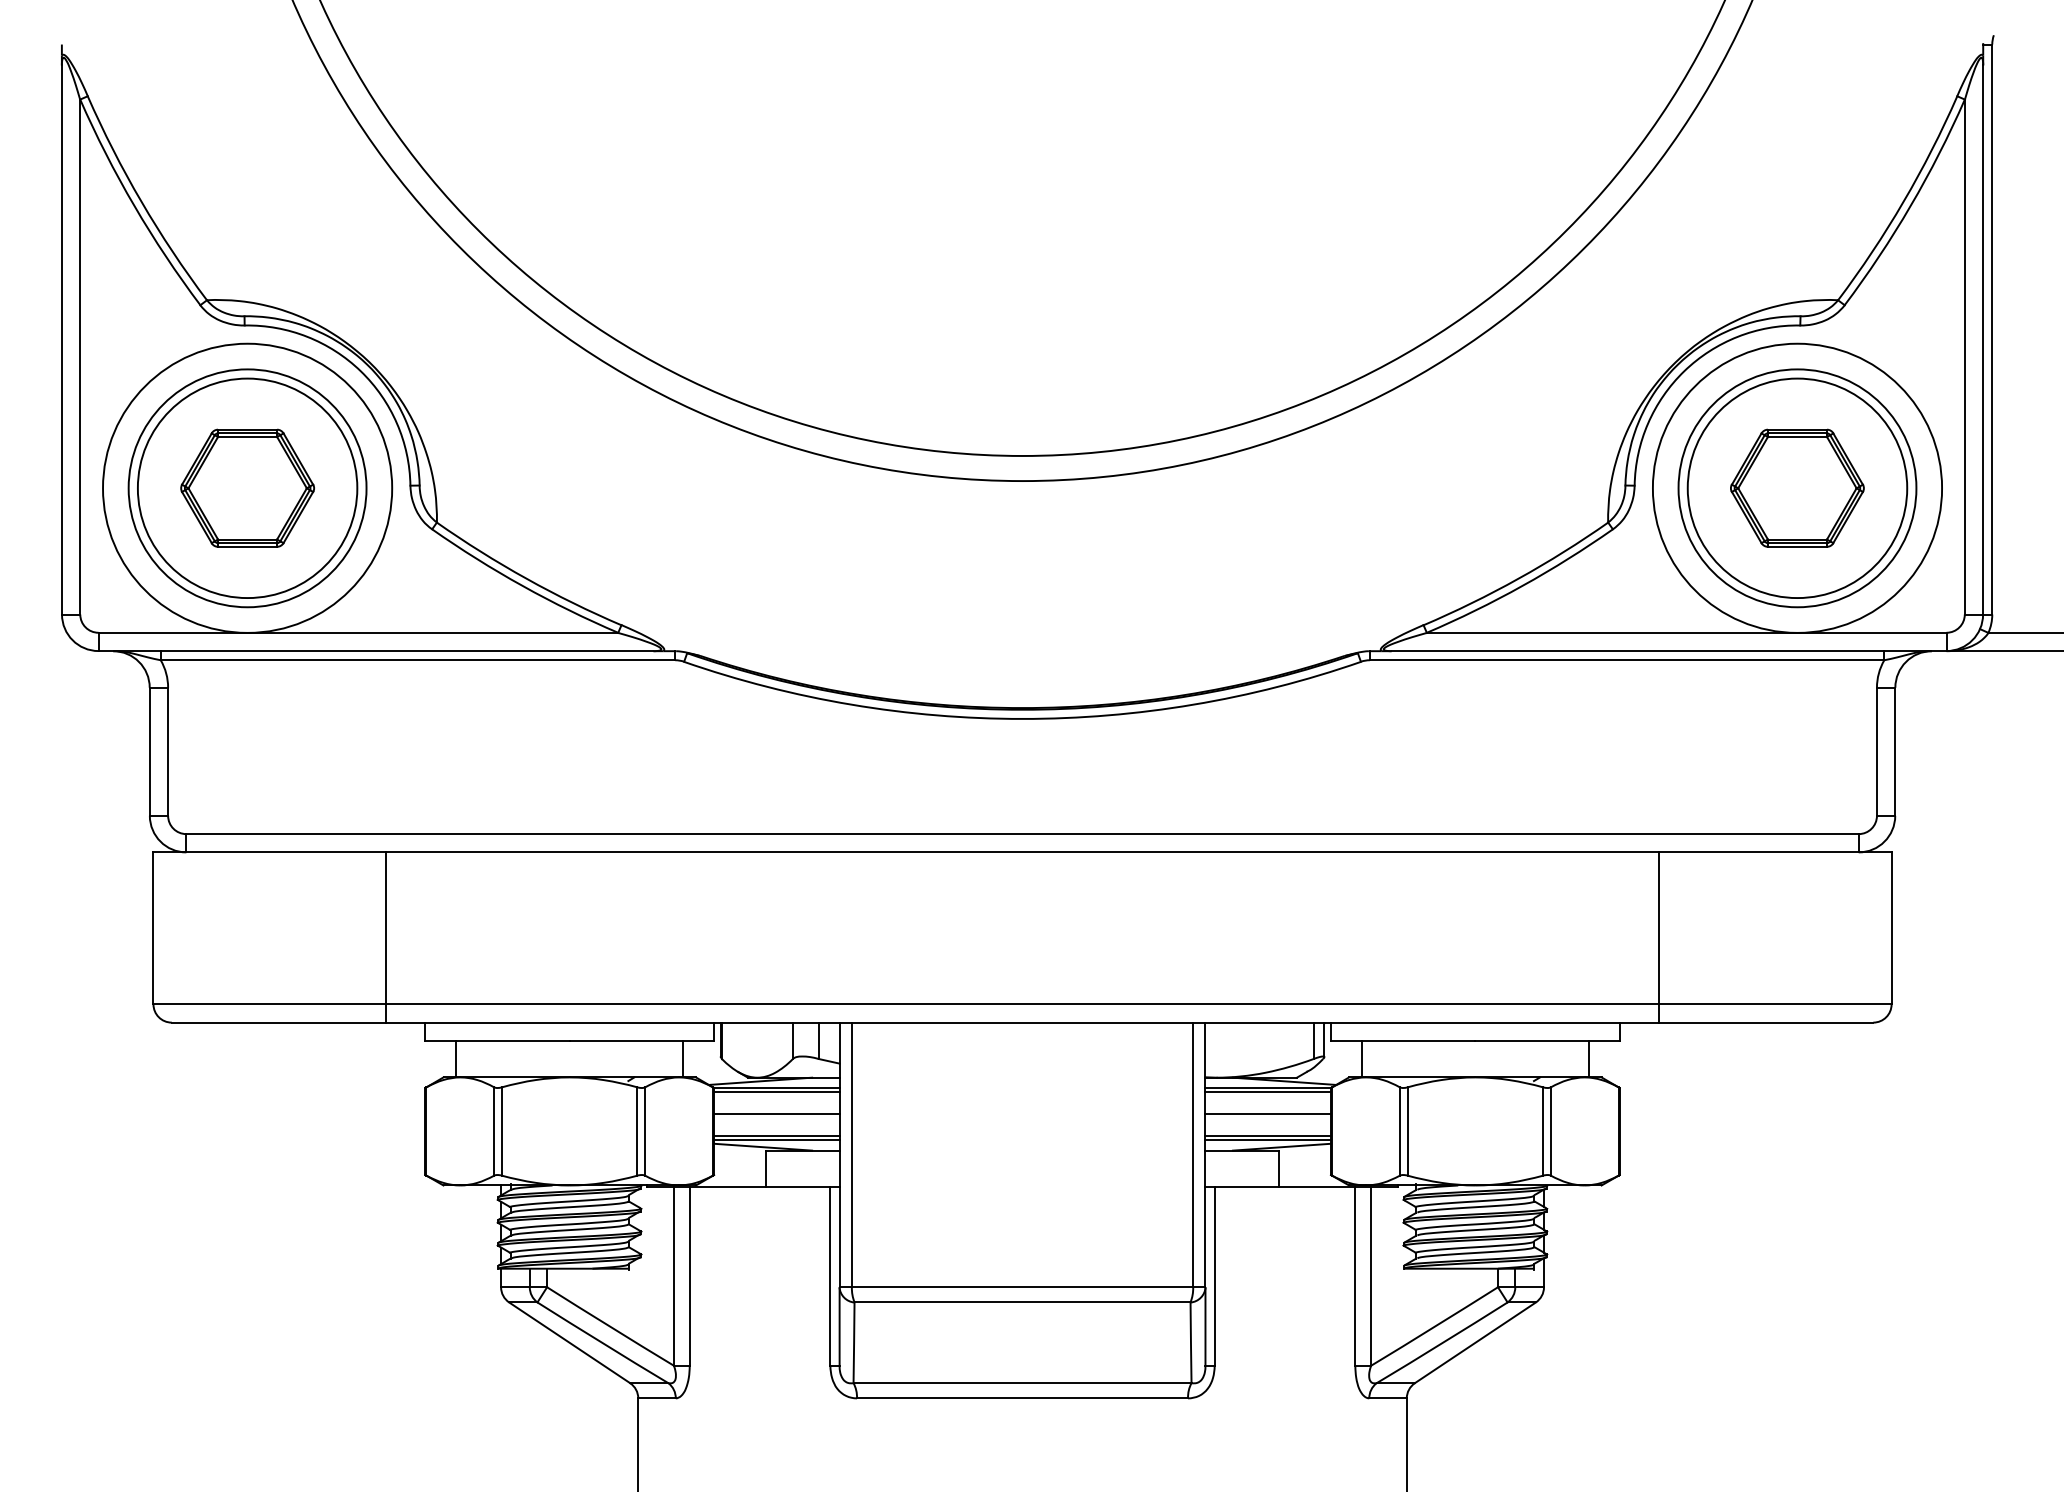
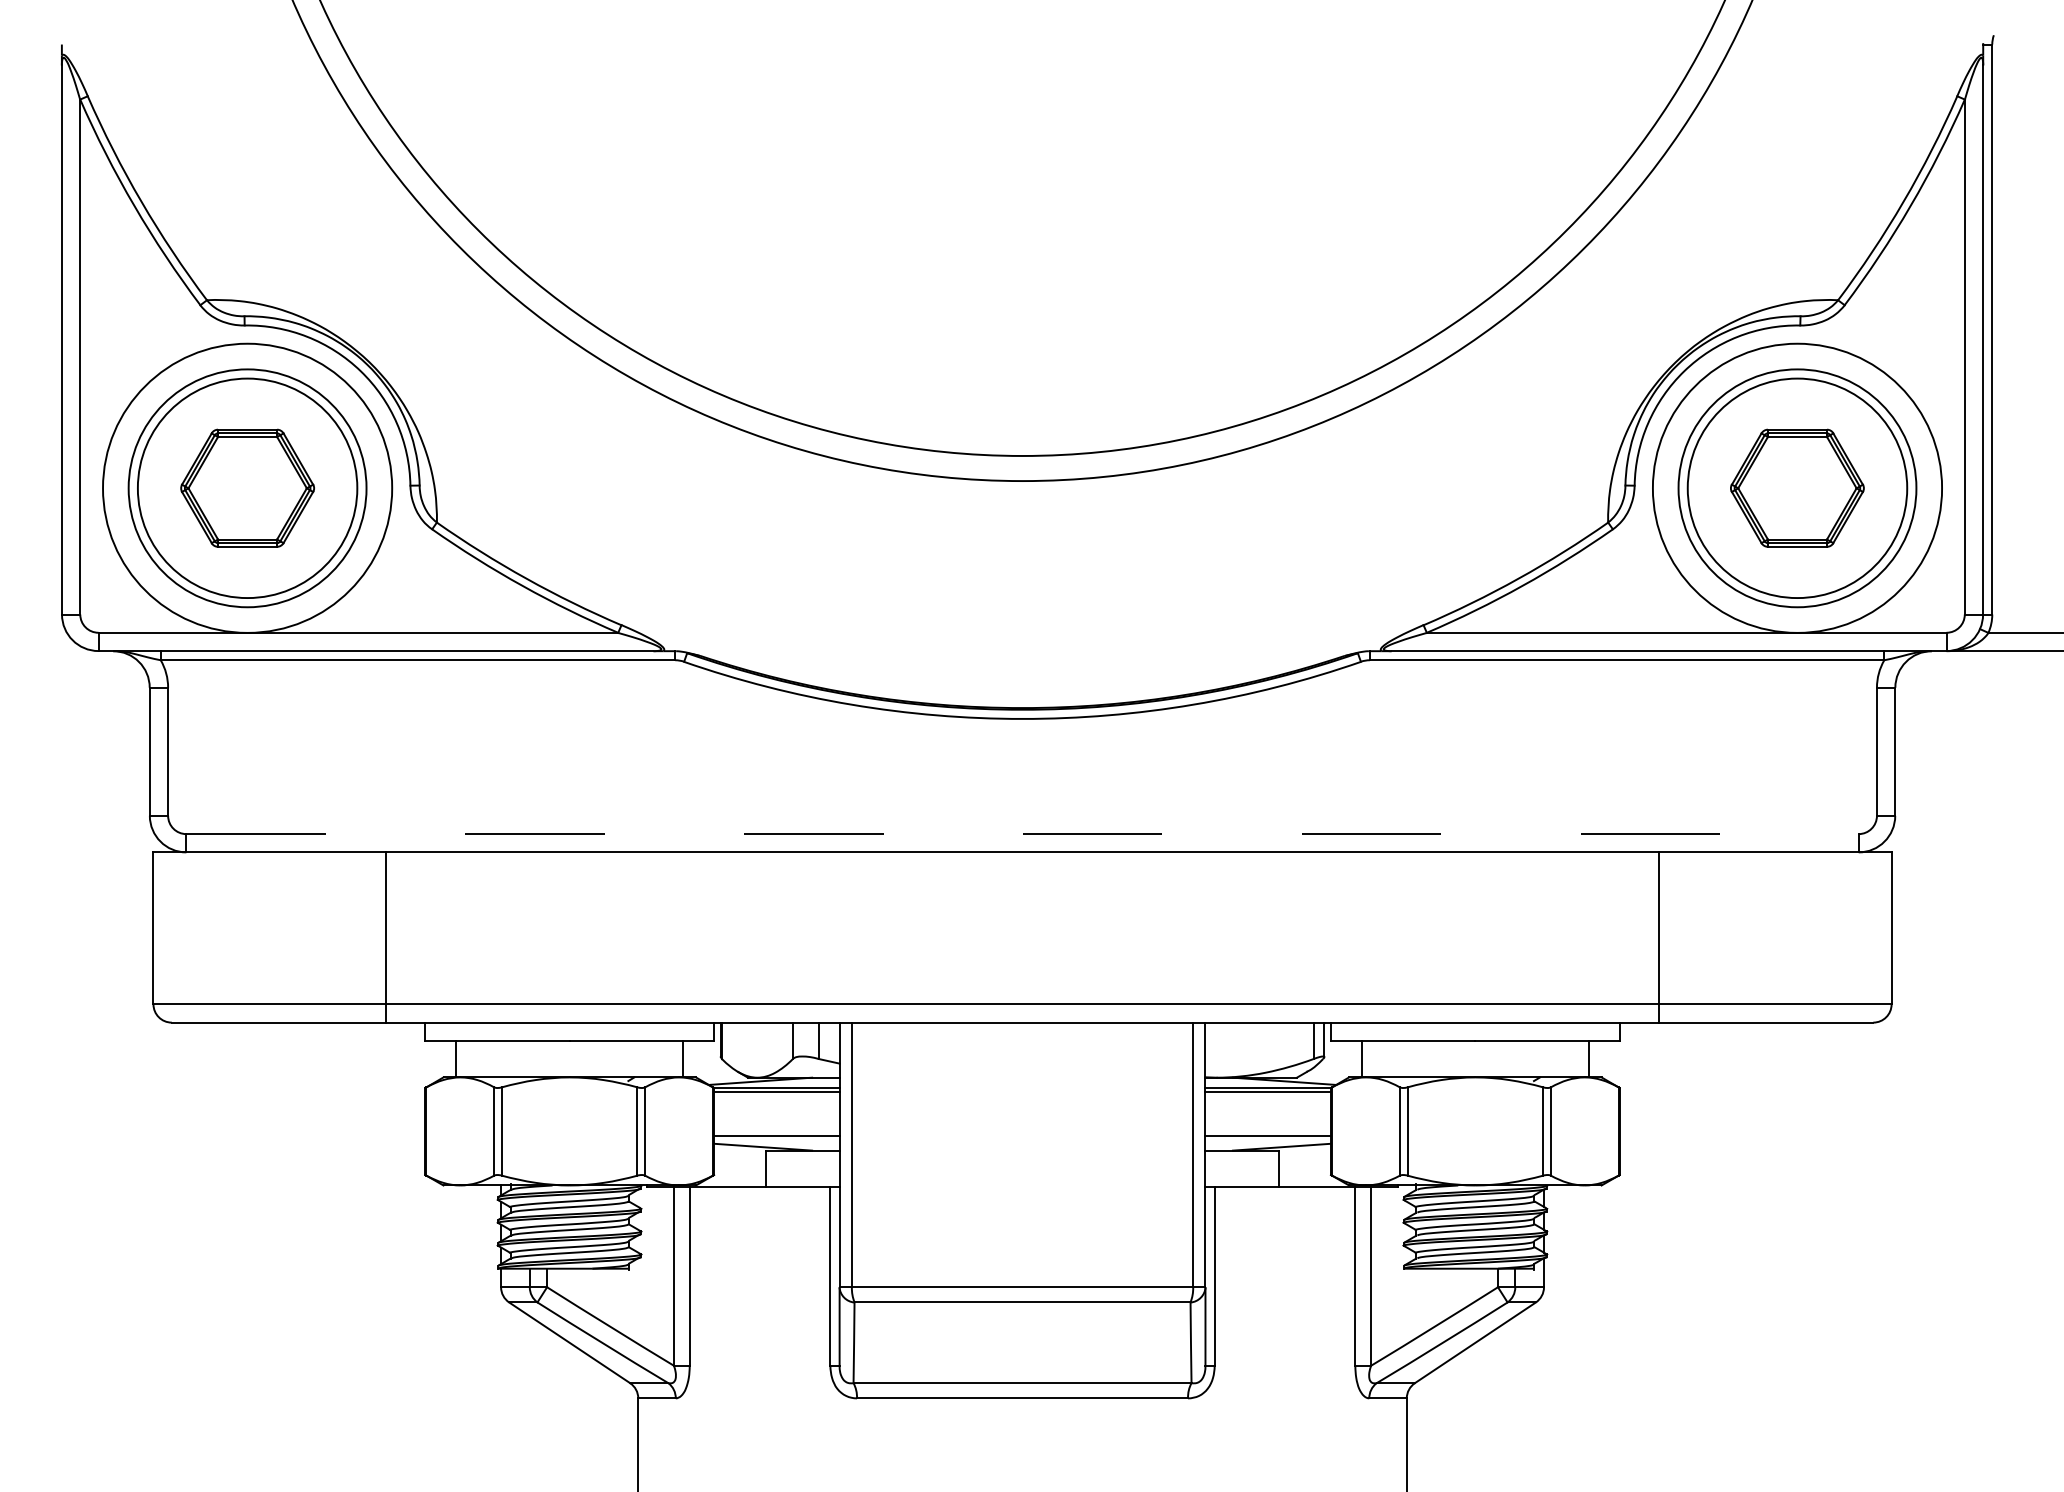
line at (1023, 834): solid -> dashed
line at (776, 1114): present -> none
line at (1267, 1114): present -> none
line at (776, 1140): present -> none
line at (1267, 1140): present -> none
